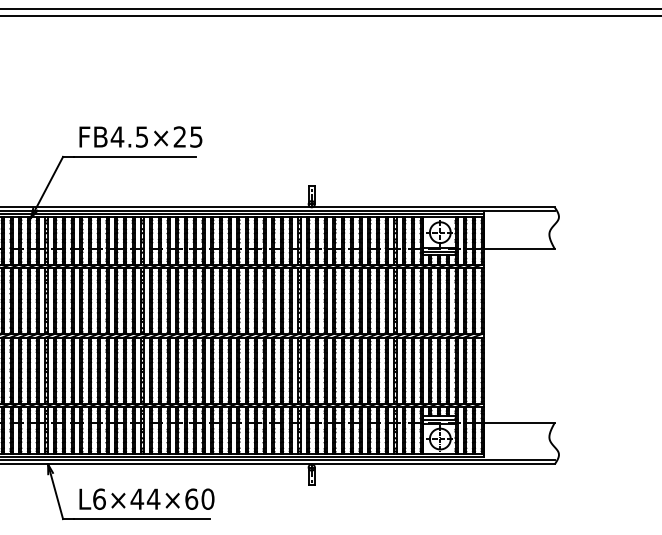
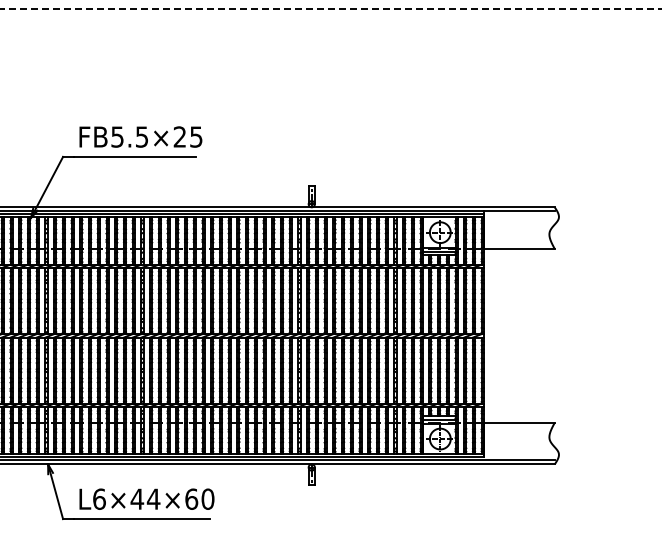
line at (330, 9): solid -> dashed
line at (330, 15): present -> none
text at (117, 136): FB4.5×25 -> FB5.5×25
